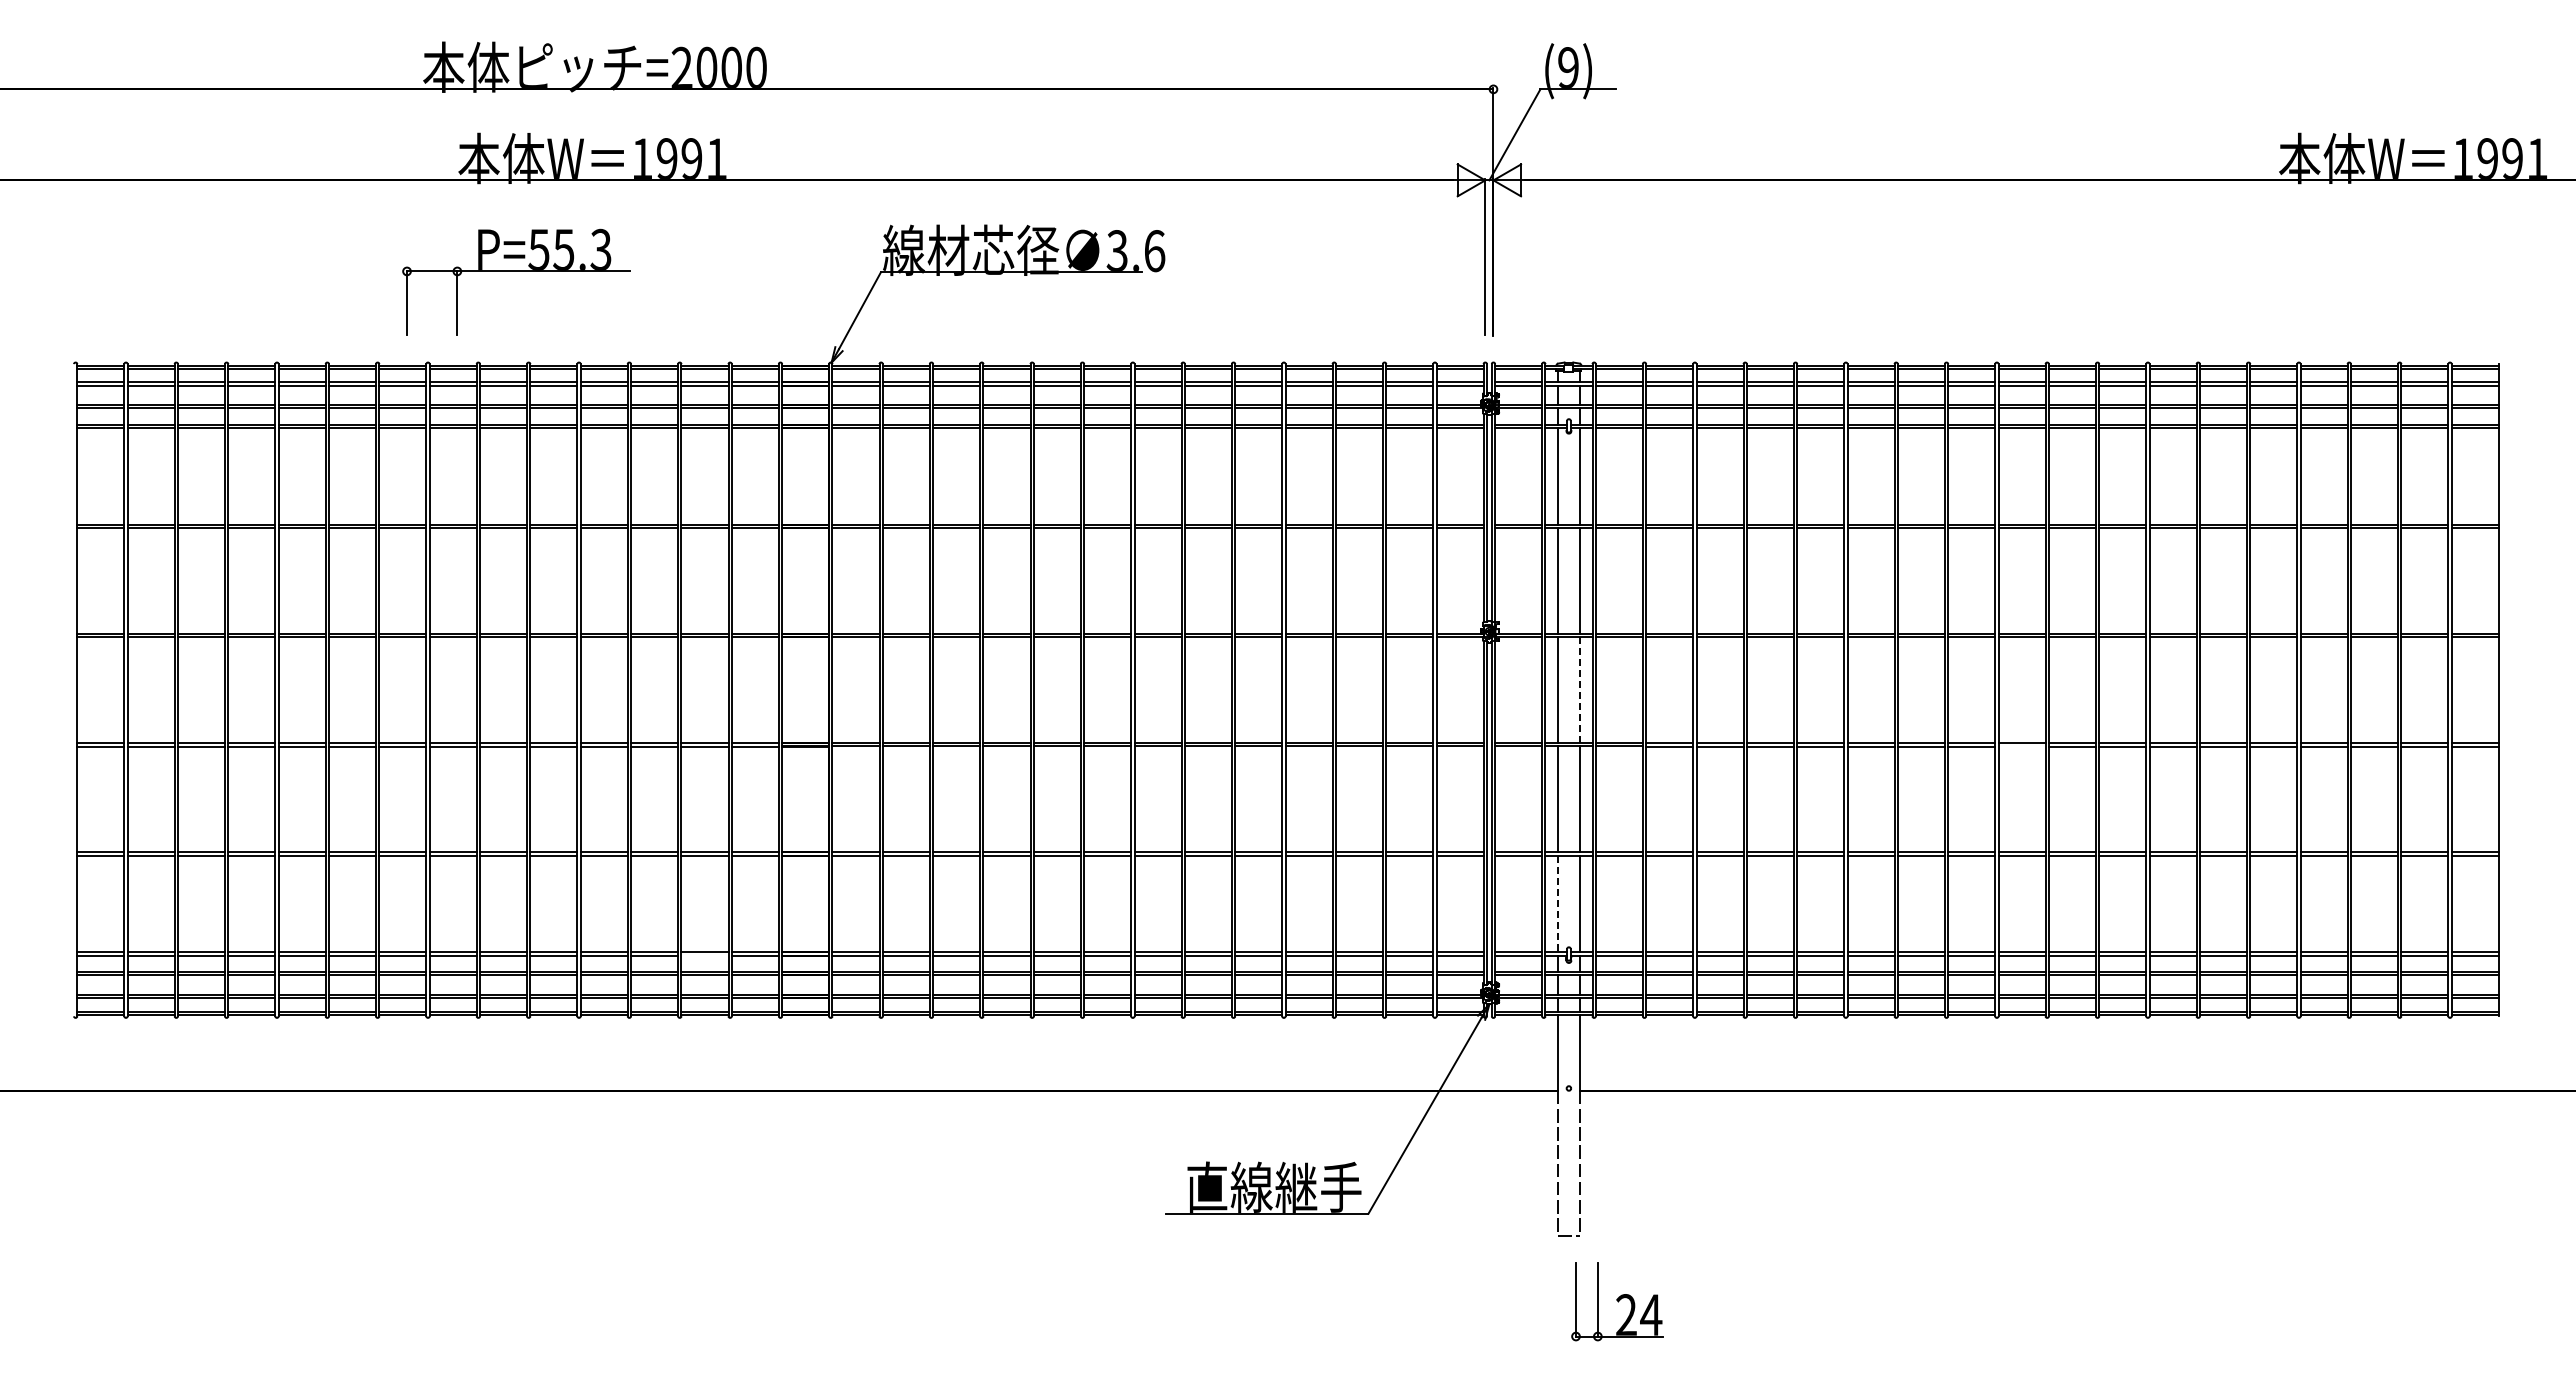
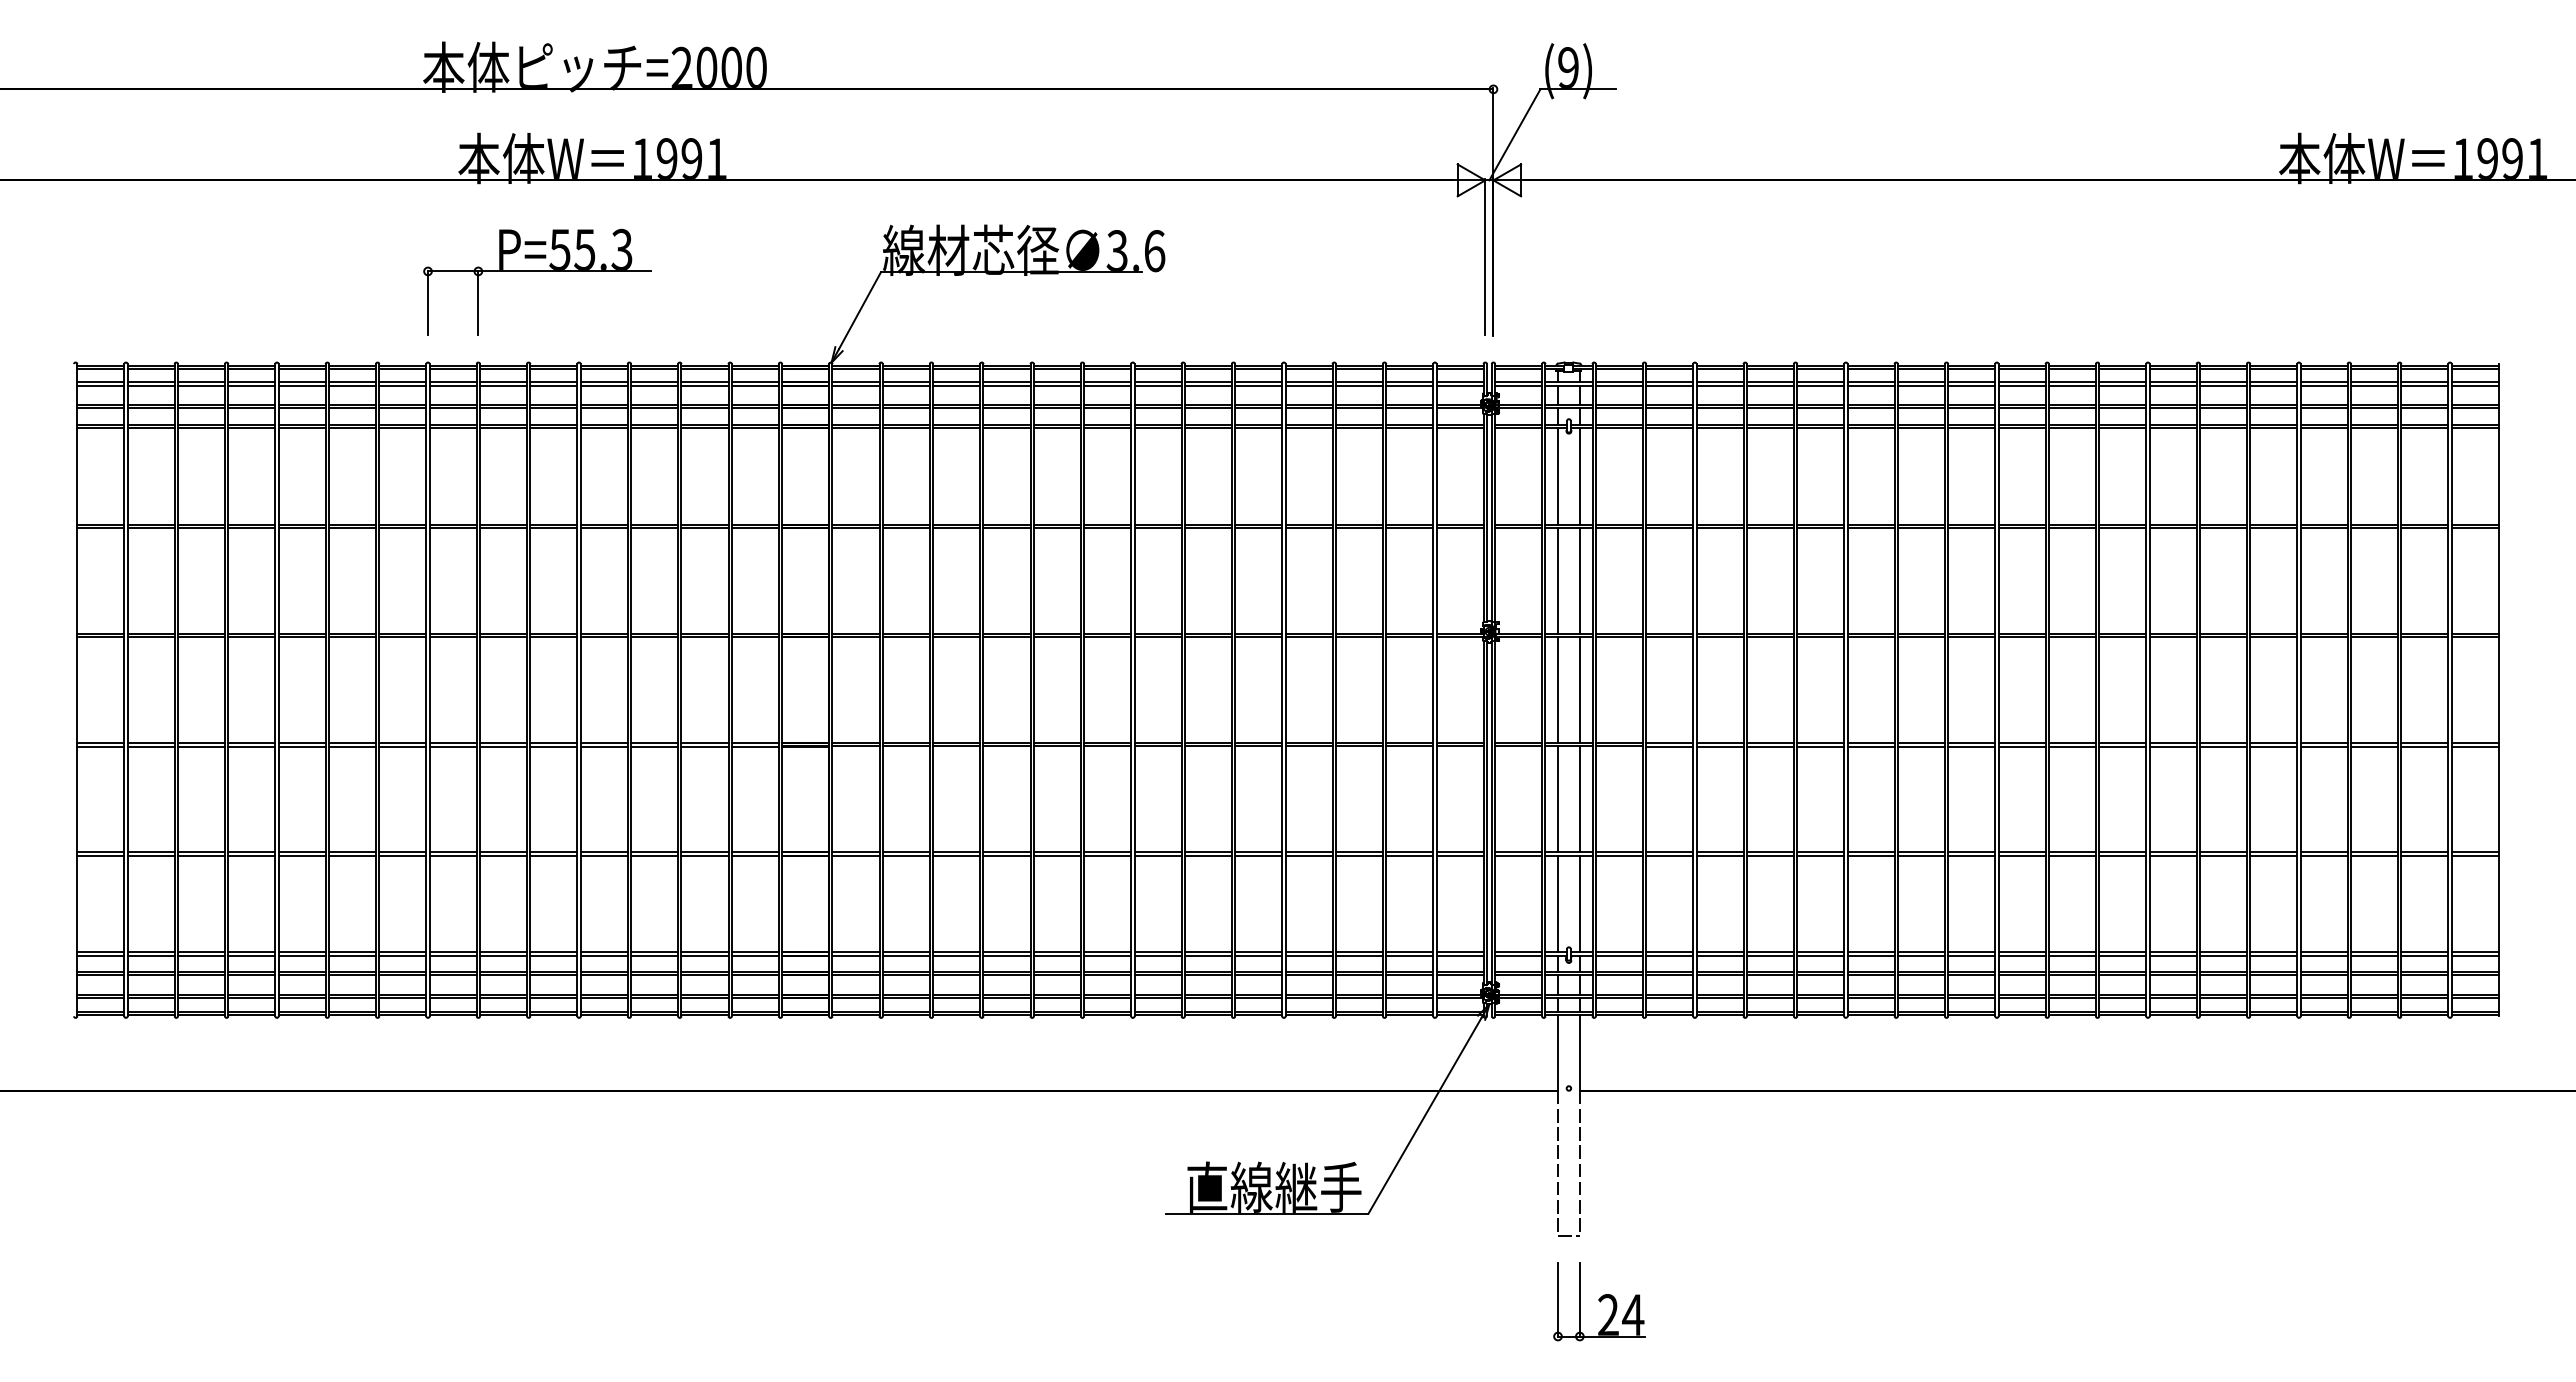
part at (516, 271) position: (516, 271) -> (537, 271)
line at (1579, 690): dashed -> solid
line at (2021, 746): none -> present
line at (1558, 904): dashed -> solid
line at (704, 955): none -> present
part at (1617, 1301) position: (1617, 1301) -> (1599, 1301)
